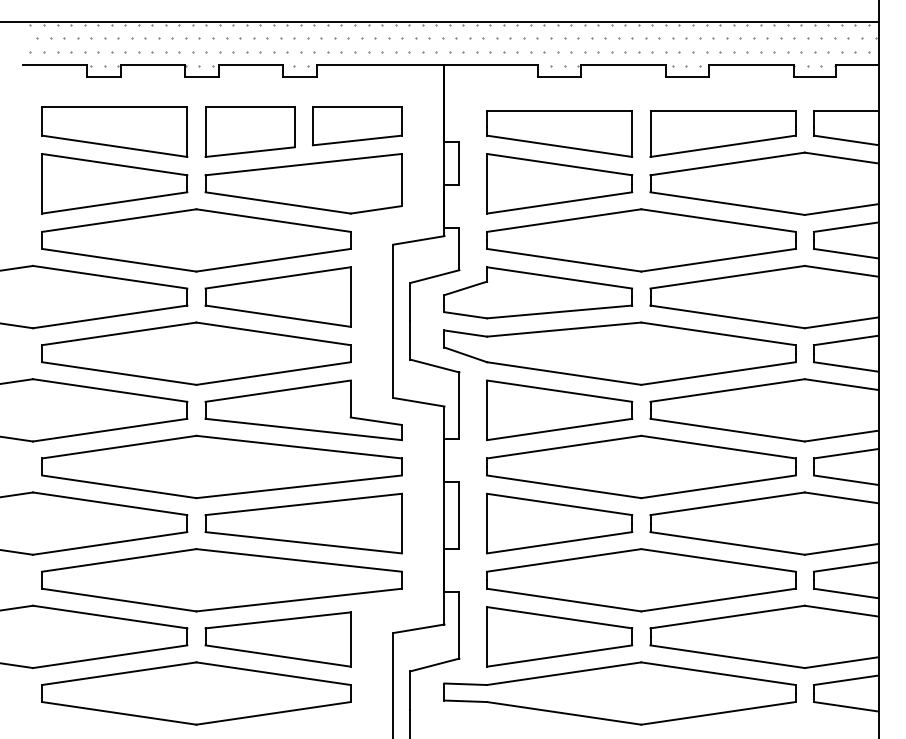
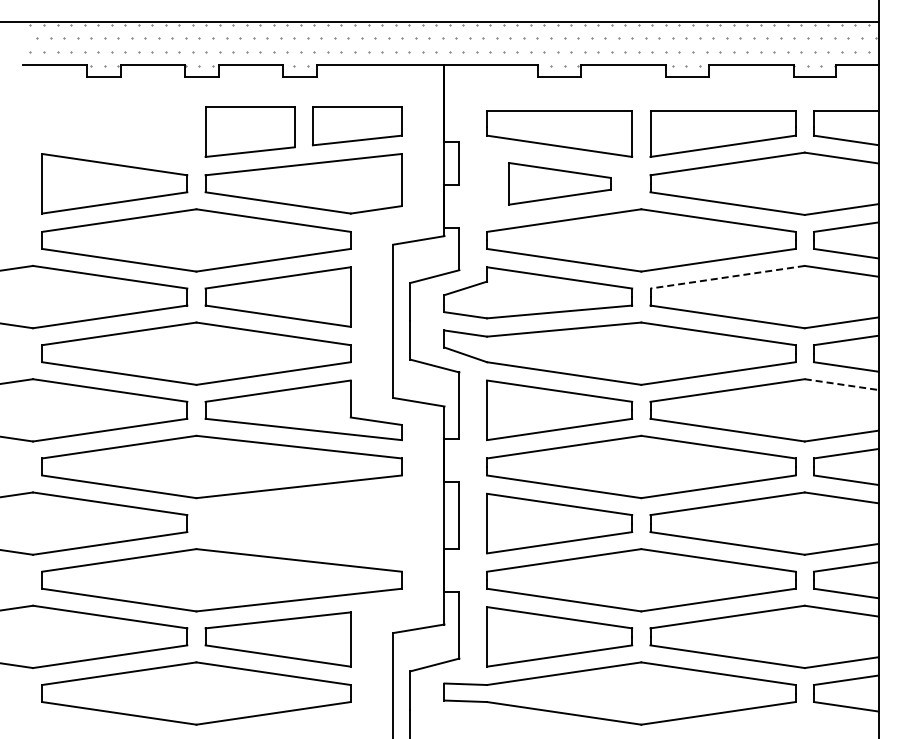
part at (114, 131): present -> none
part at (559, 183) size: 148x62 px -> 104x44 px
line at (727, 277): solid -> dashed
line at (842, 384): solid -> dashed
part at (303, 523): present -> none
